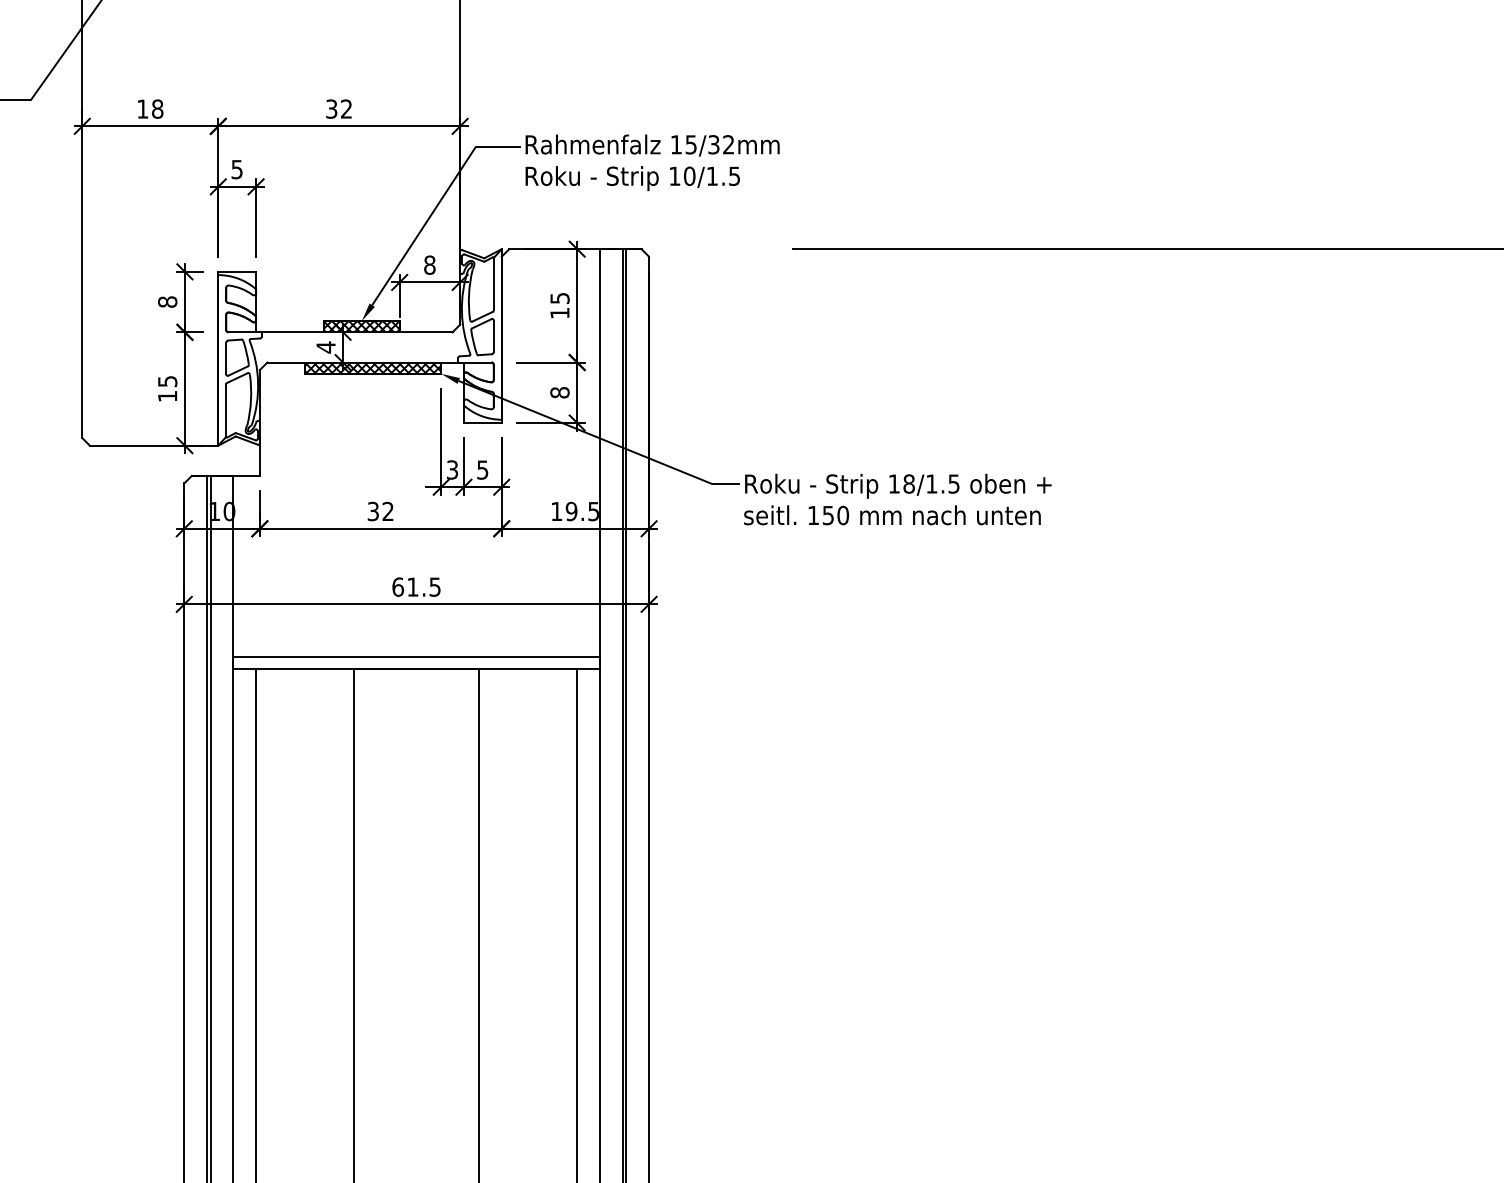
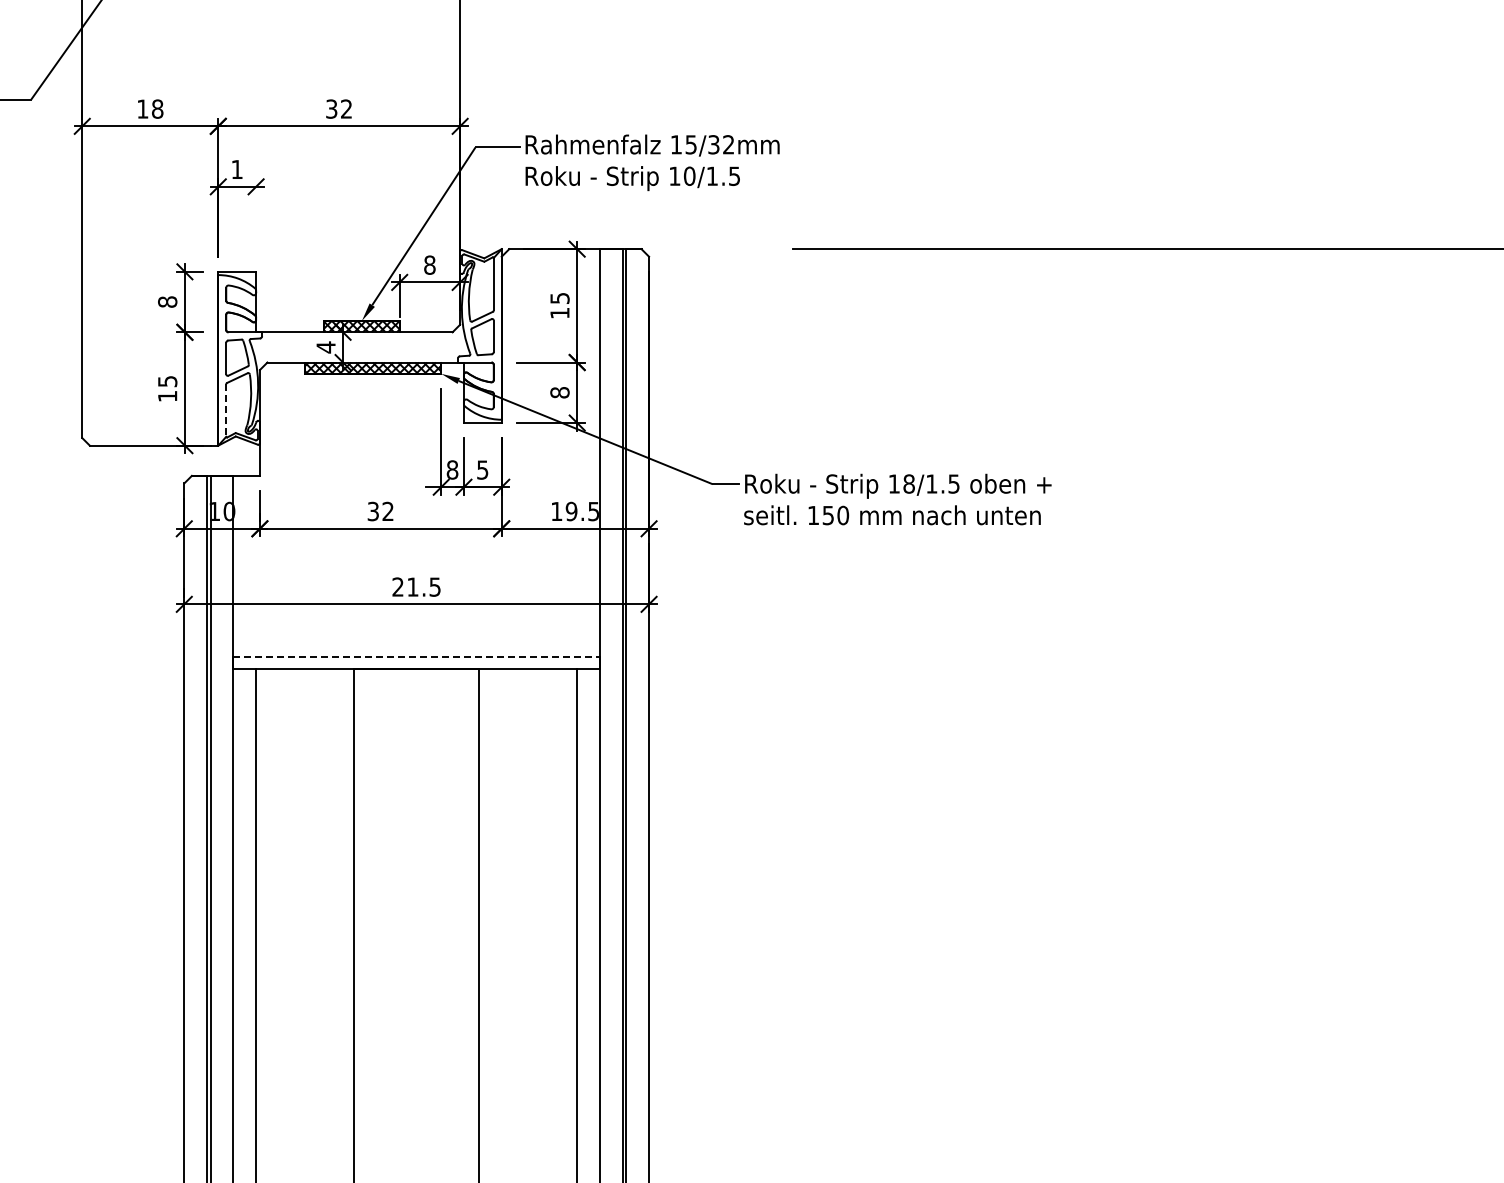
text at (236, 169): 5 -> 1
line at (256, 217): present -> none
line at (226, 411): solid -> dashed
text at (452, 469): 3 -> 8
text at (398, 586): 61.5 -> 21.5
line at (417, 657): solid -> dashed
